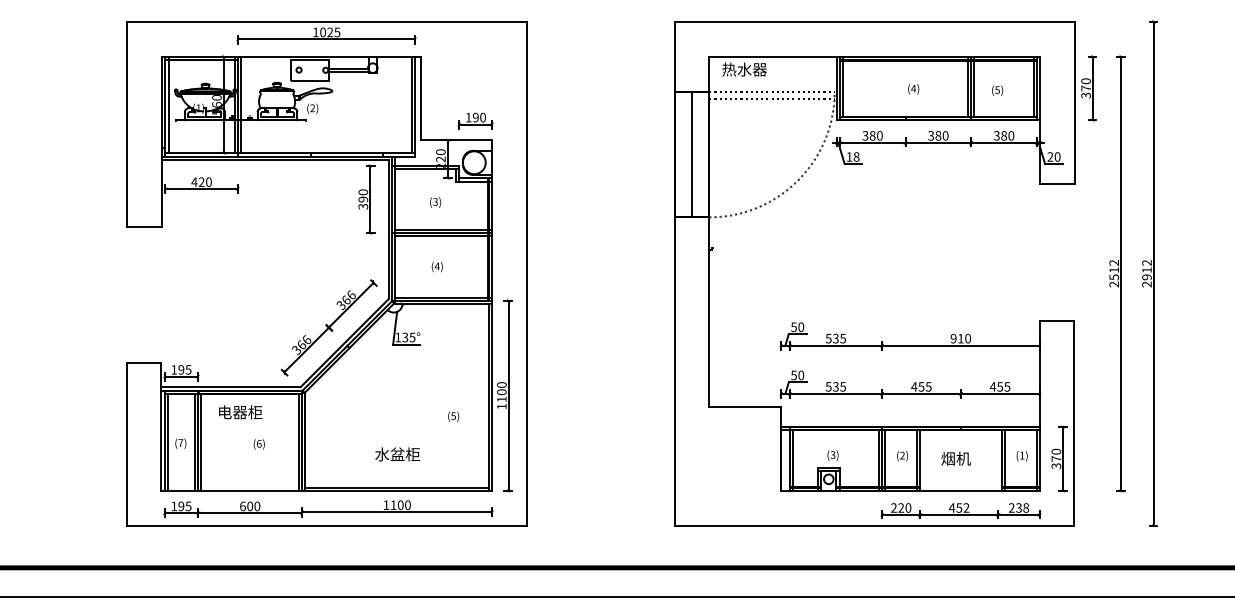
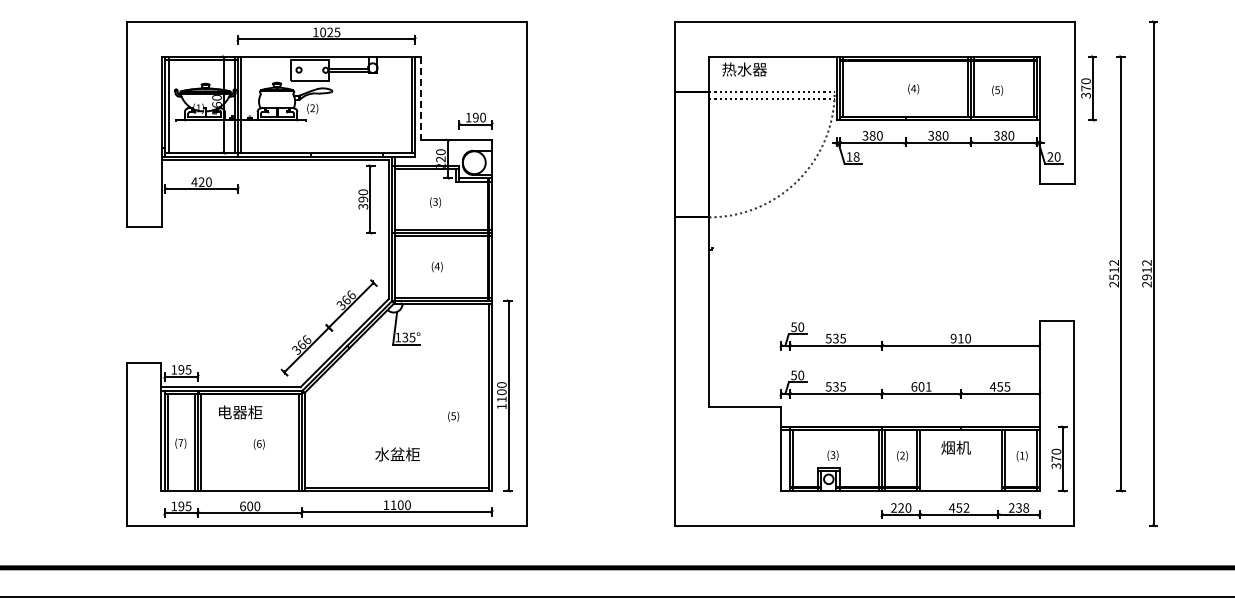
line at (420, 98): solid -> dashed
line at (691, 154): present -> none
text at (921, 386): 455 -> 601
text at (955, 458) position: (955, 458) -> (955, 447)
